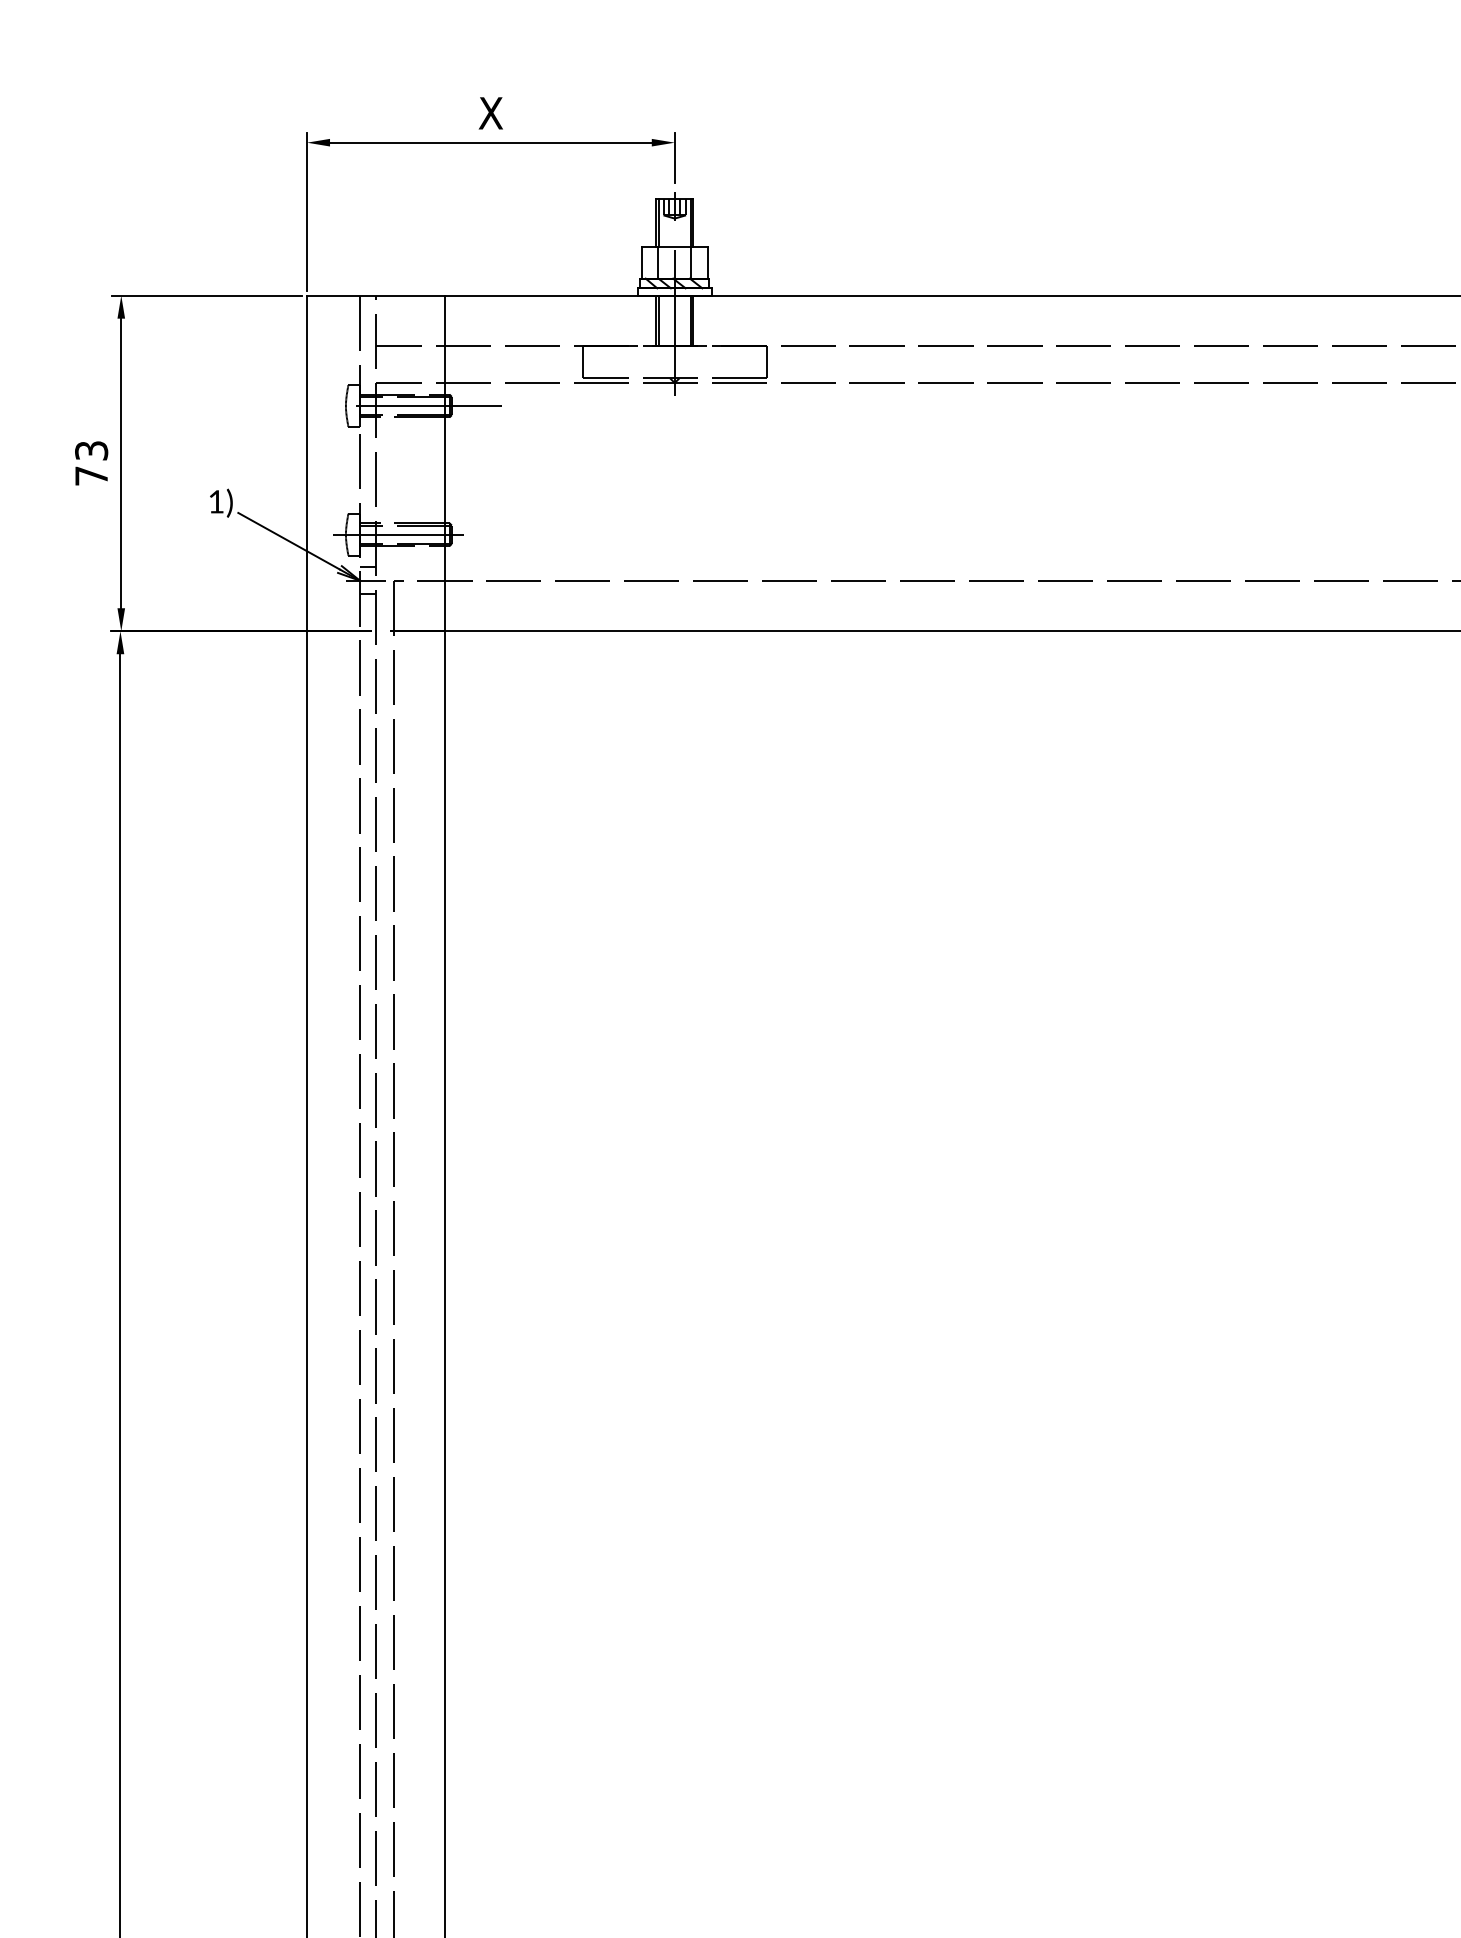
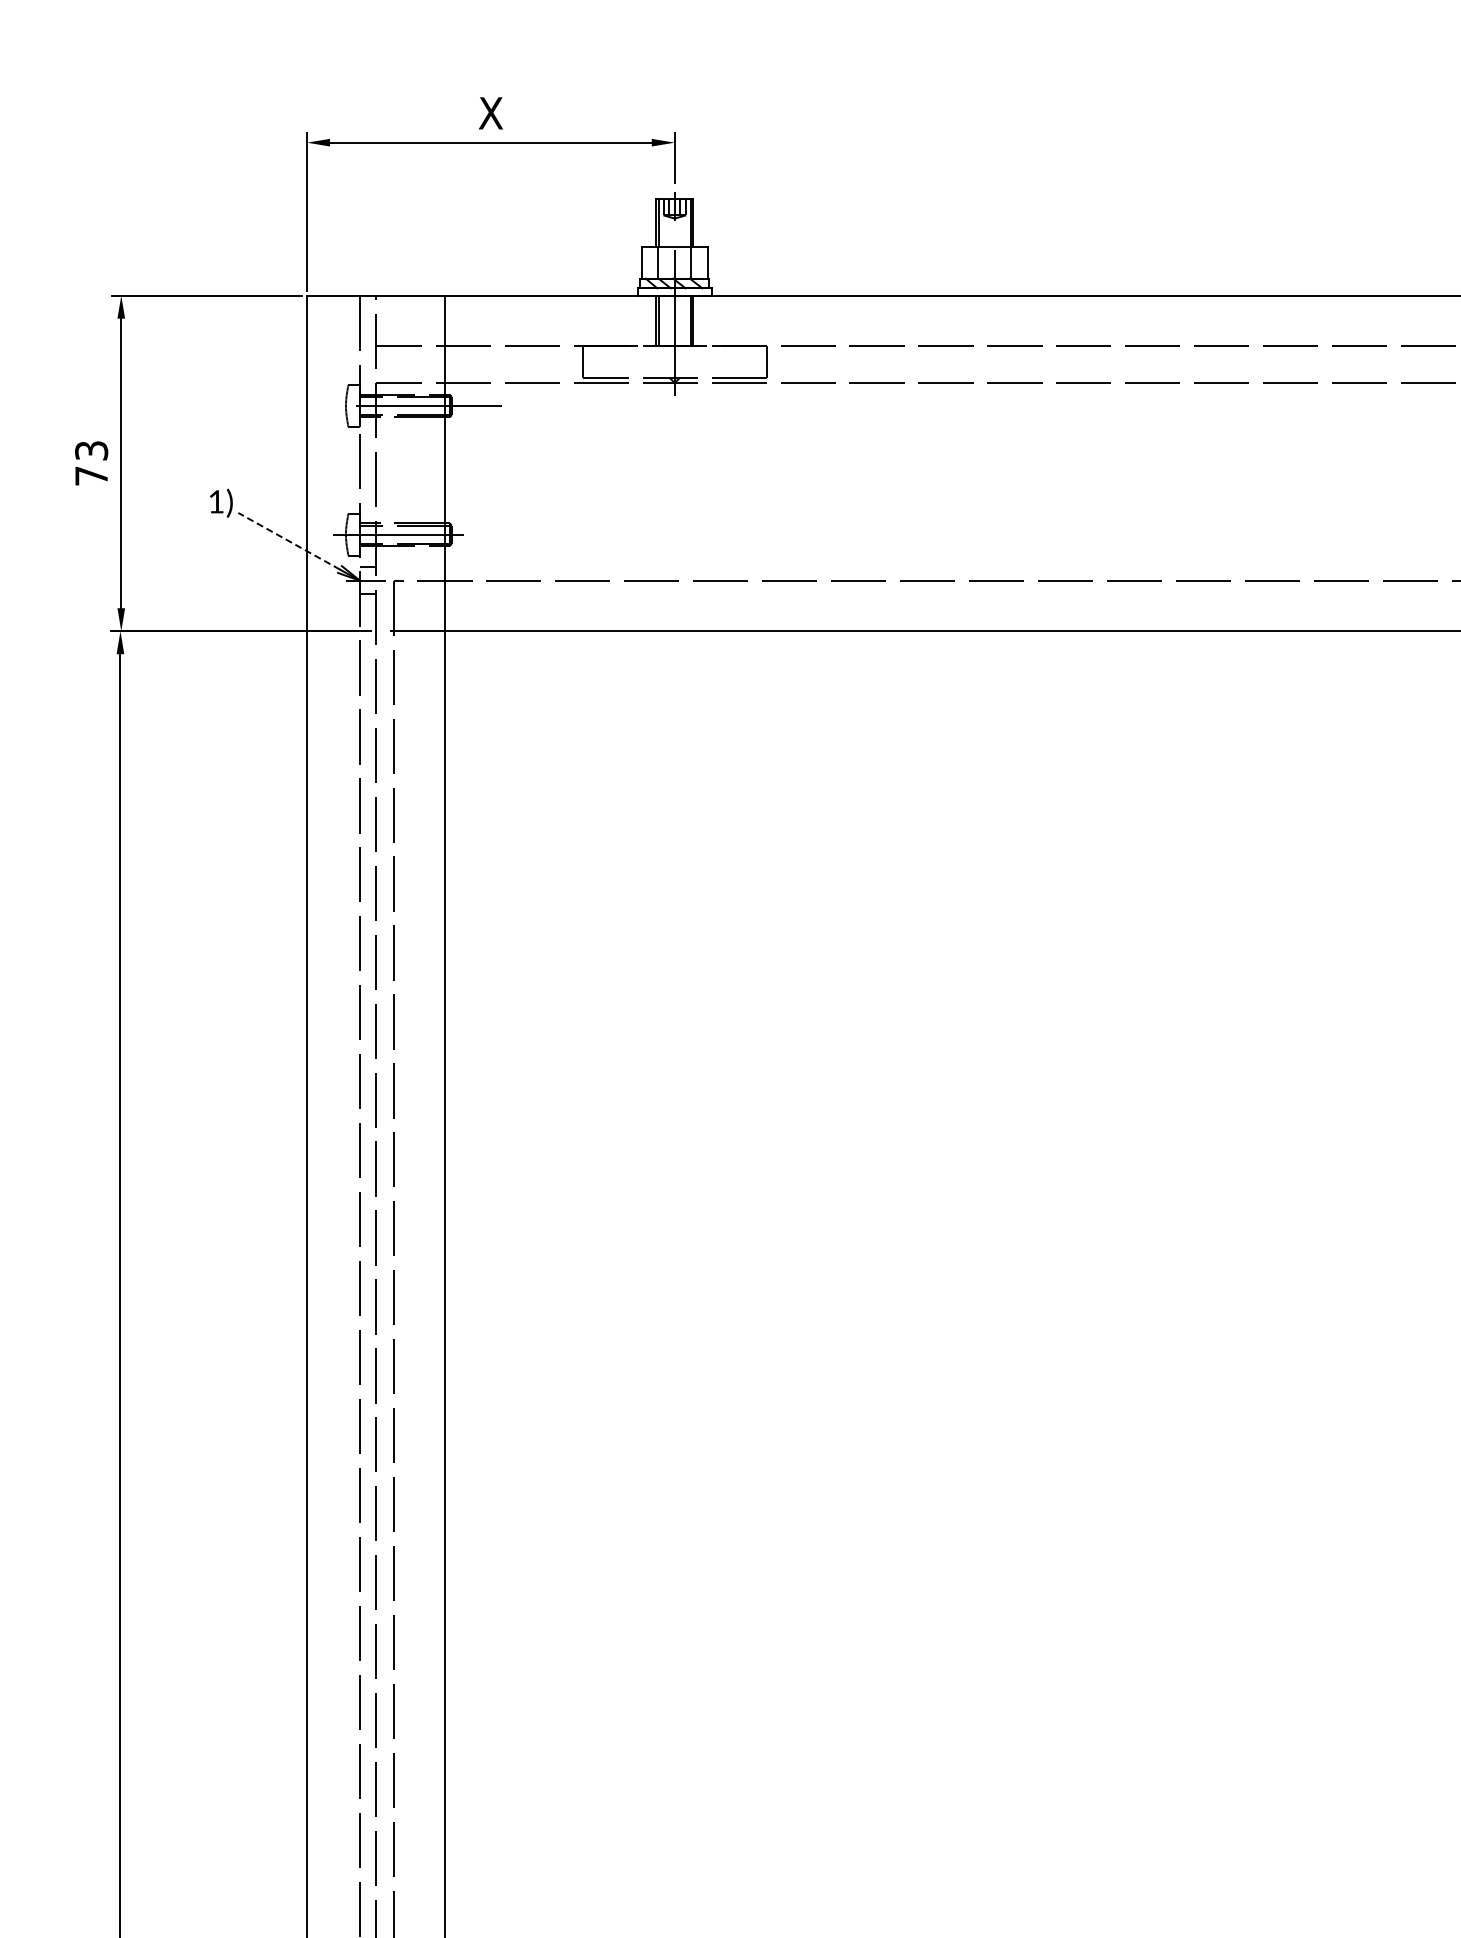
line at (288, 541): solid -> dashed
